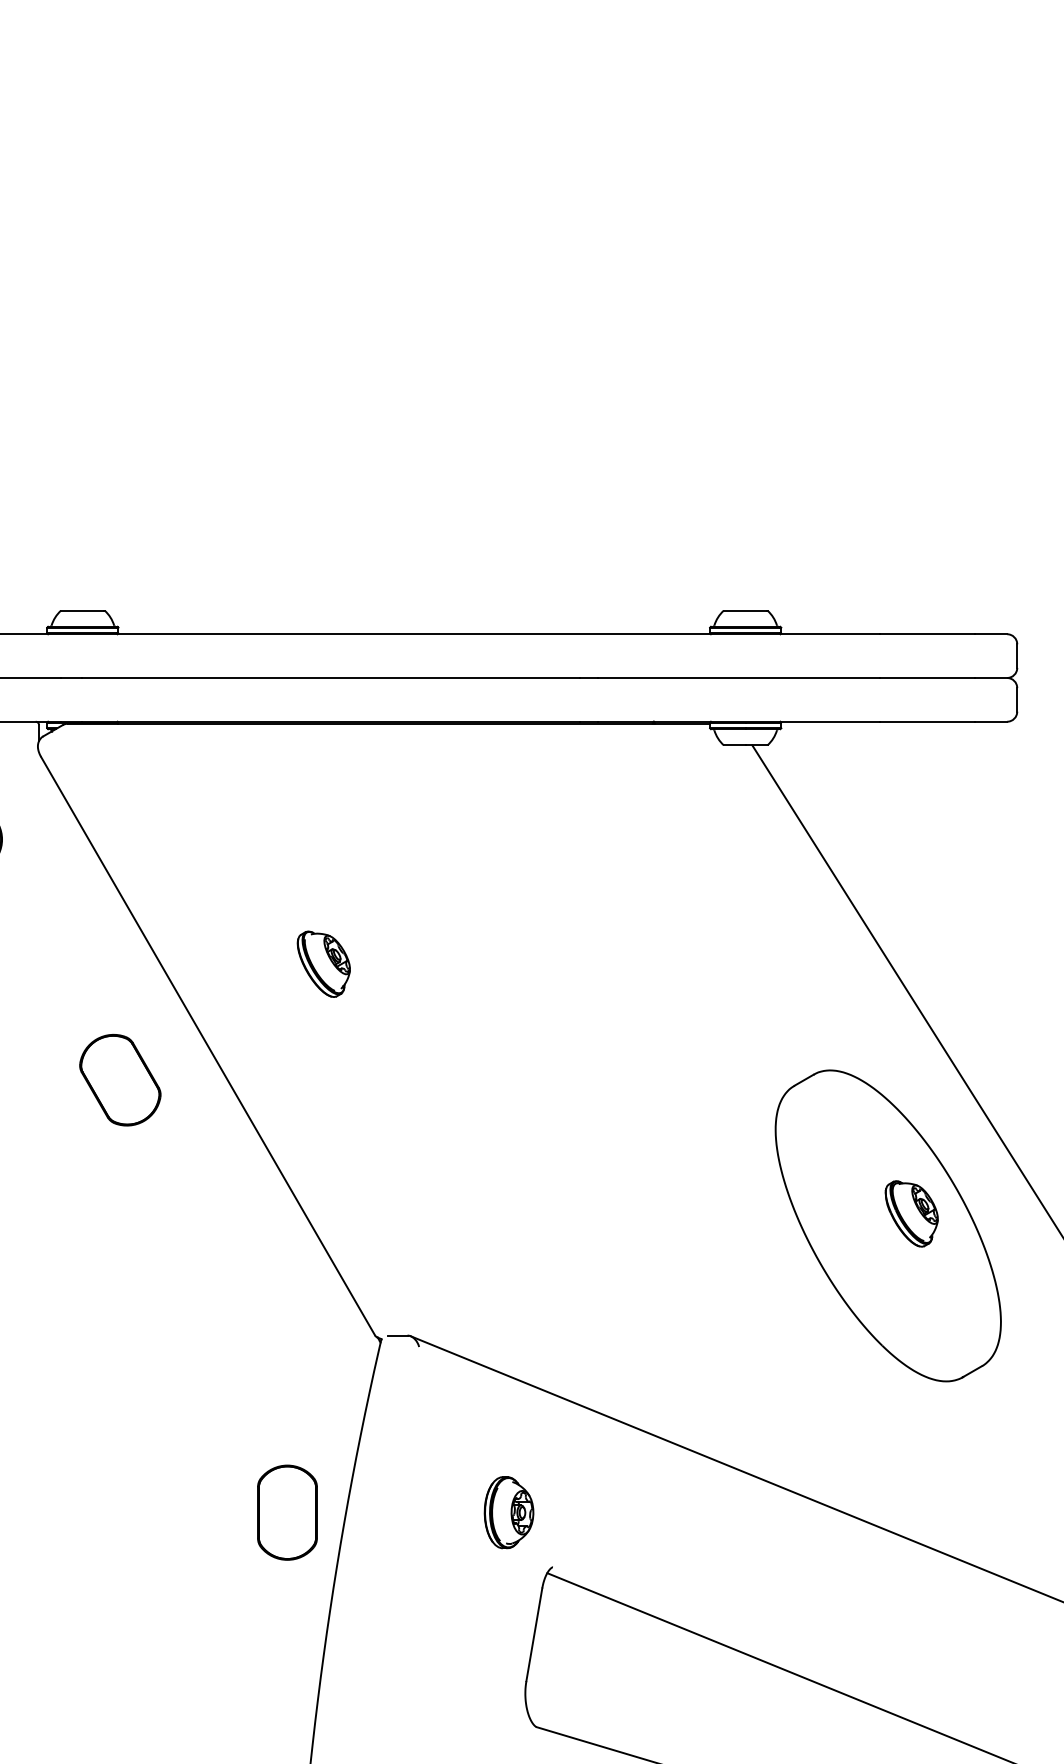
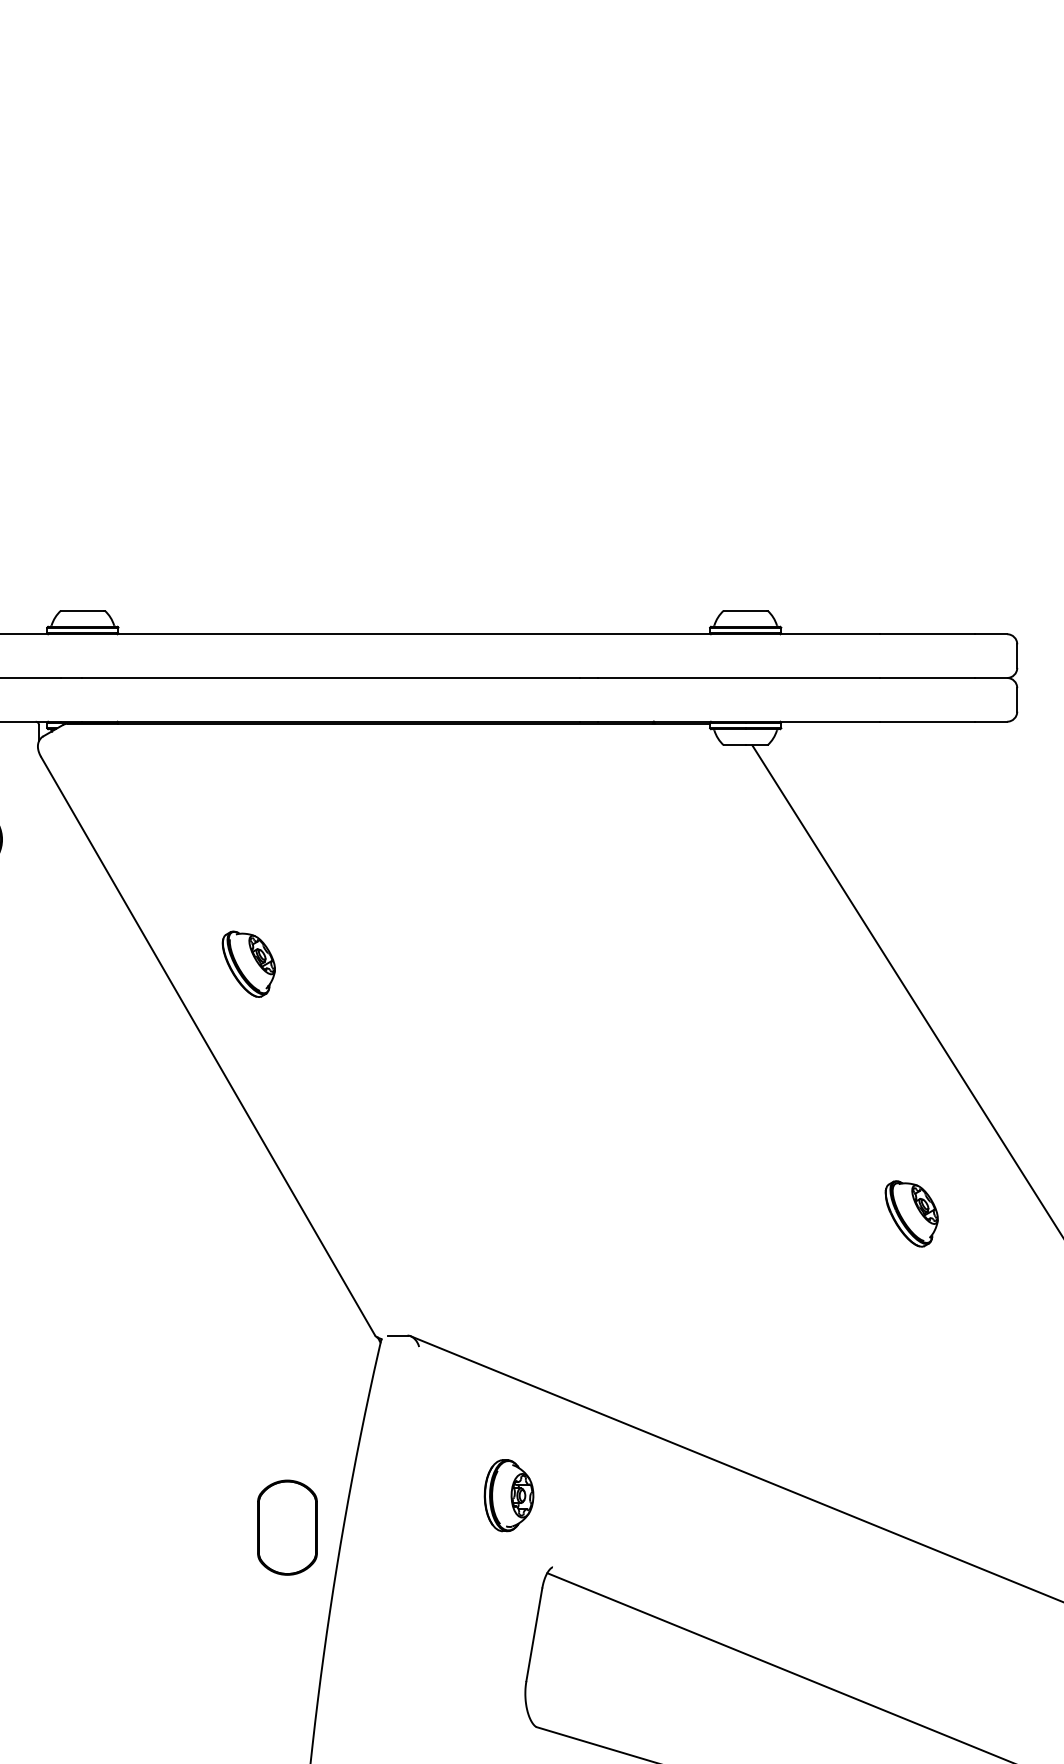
part at (323, 963) position: (323, 963) -> (248, 963)
part at (120, 1080): present -> none
part at (887, 1225): present -> none
part at (287, 1512) position: (287, 1512) -> (287, 1527)
part at (508, 1512) position: (508, 1512) -> (508, 1495)
